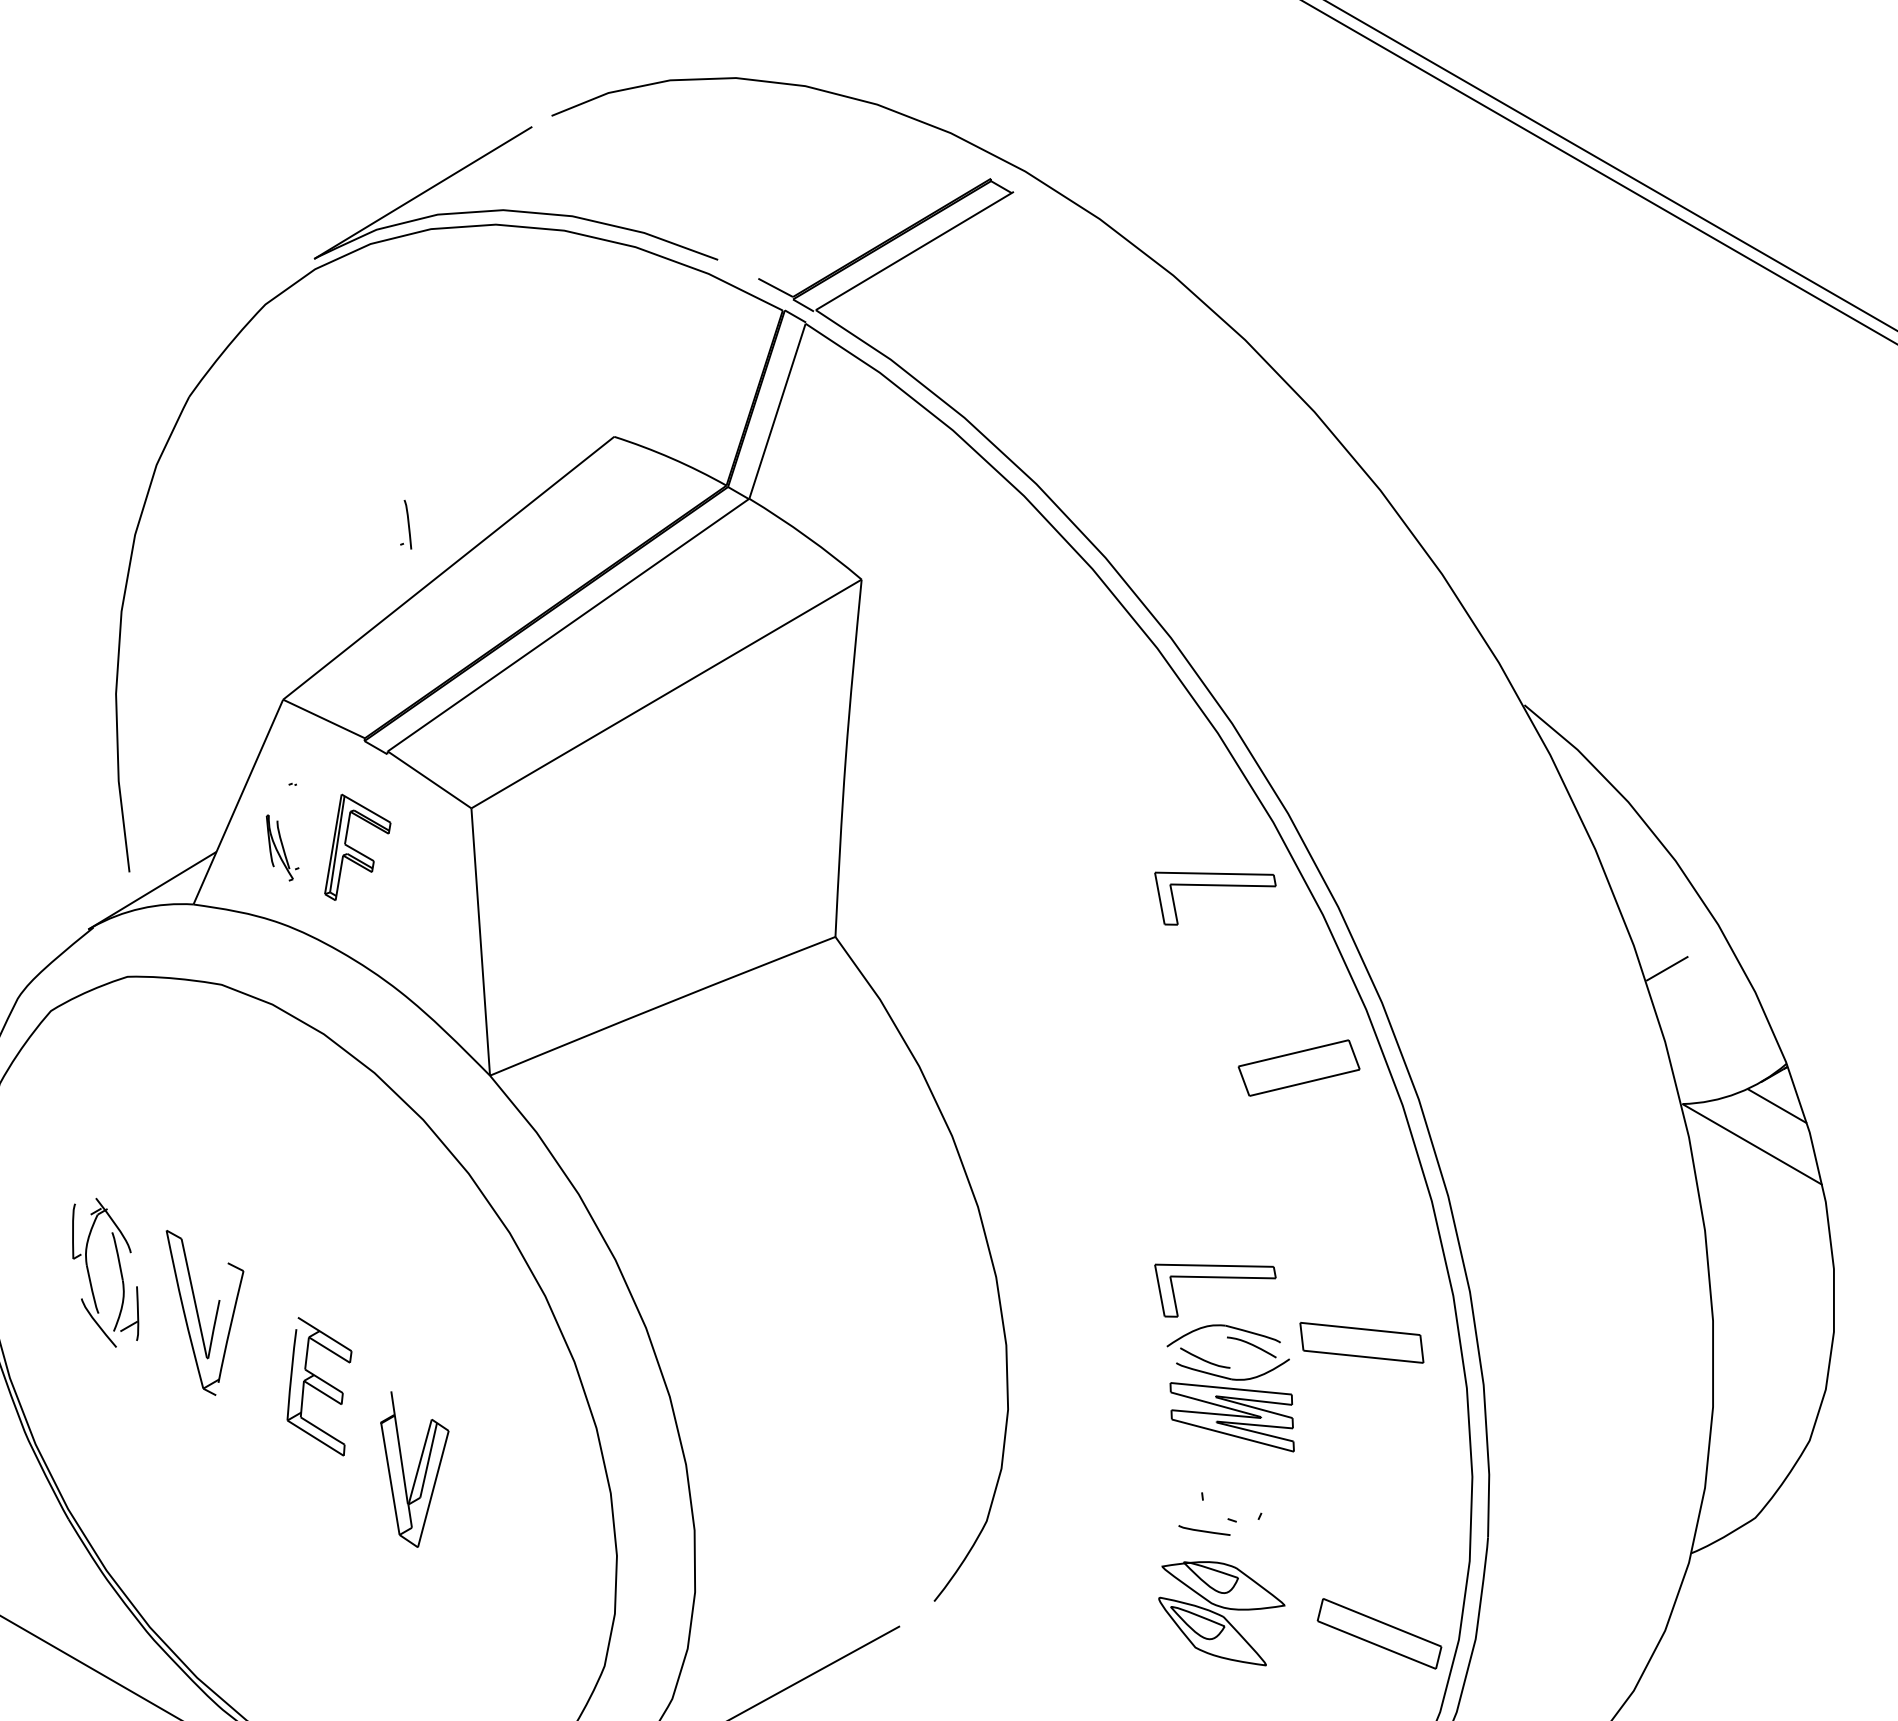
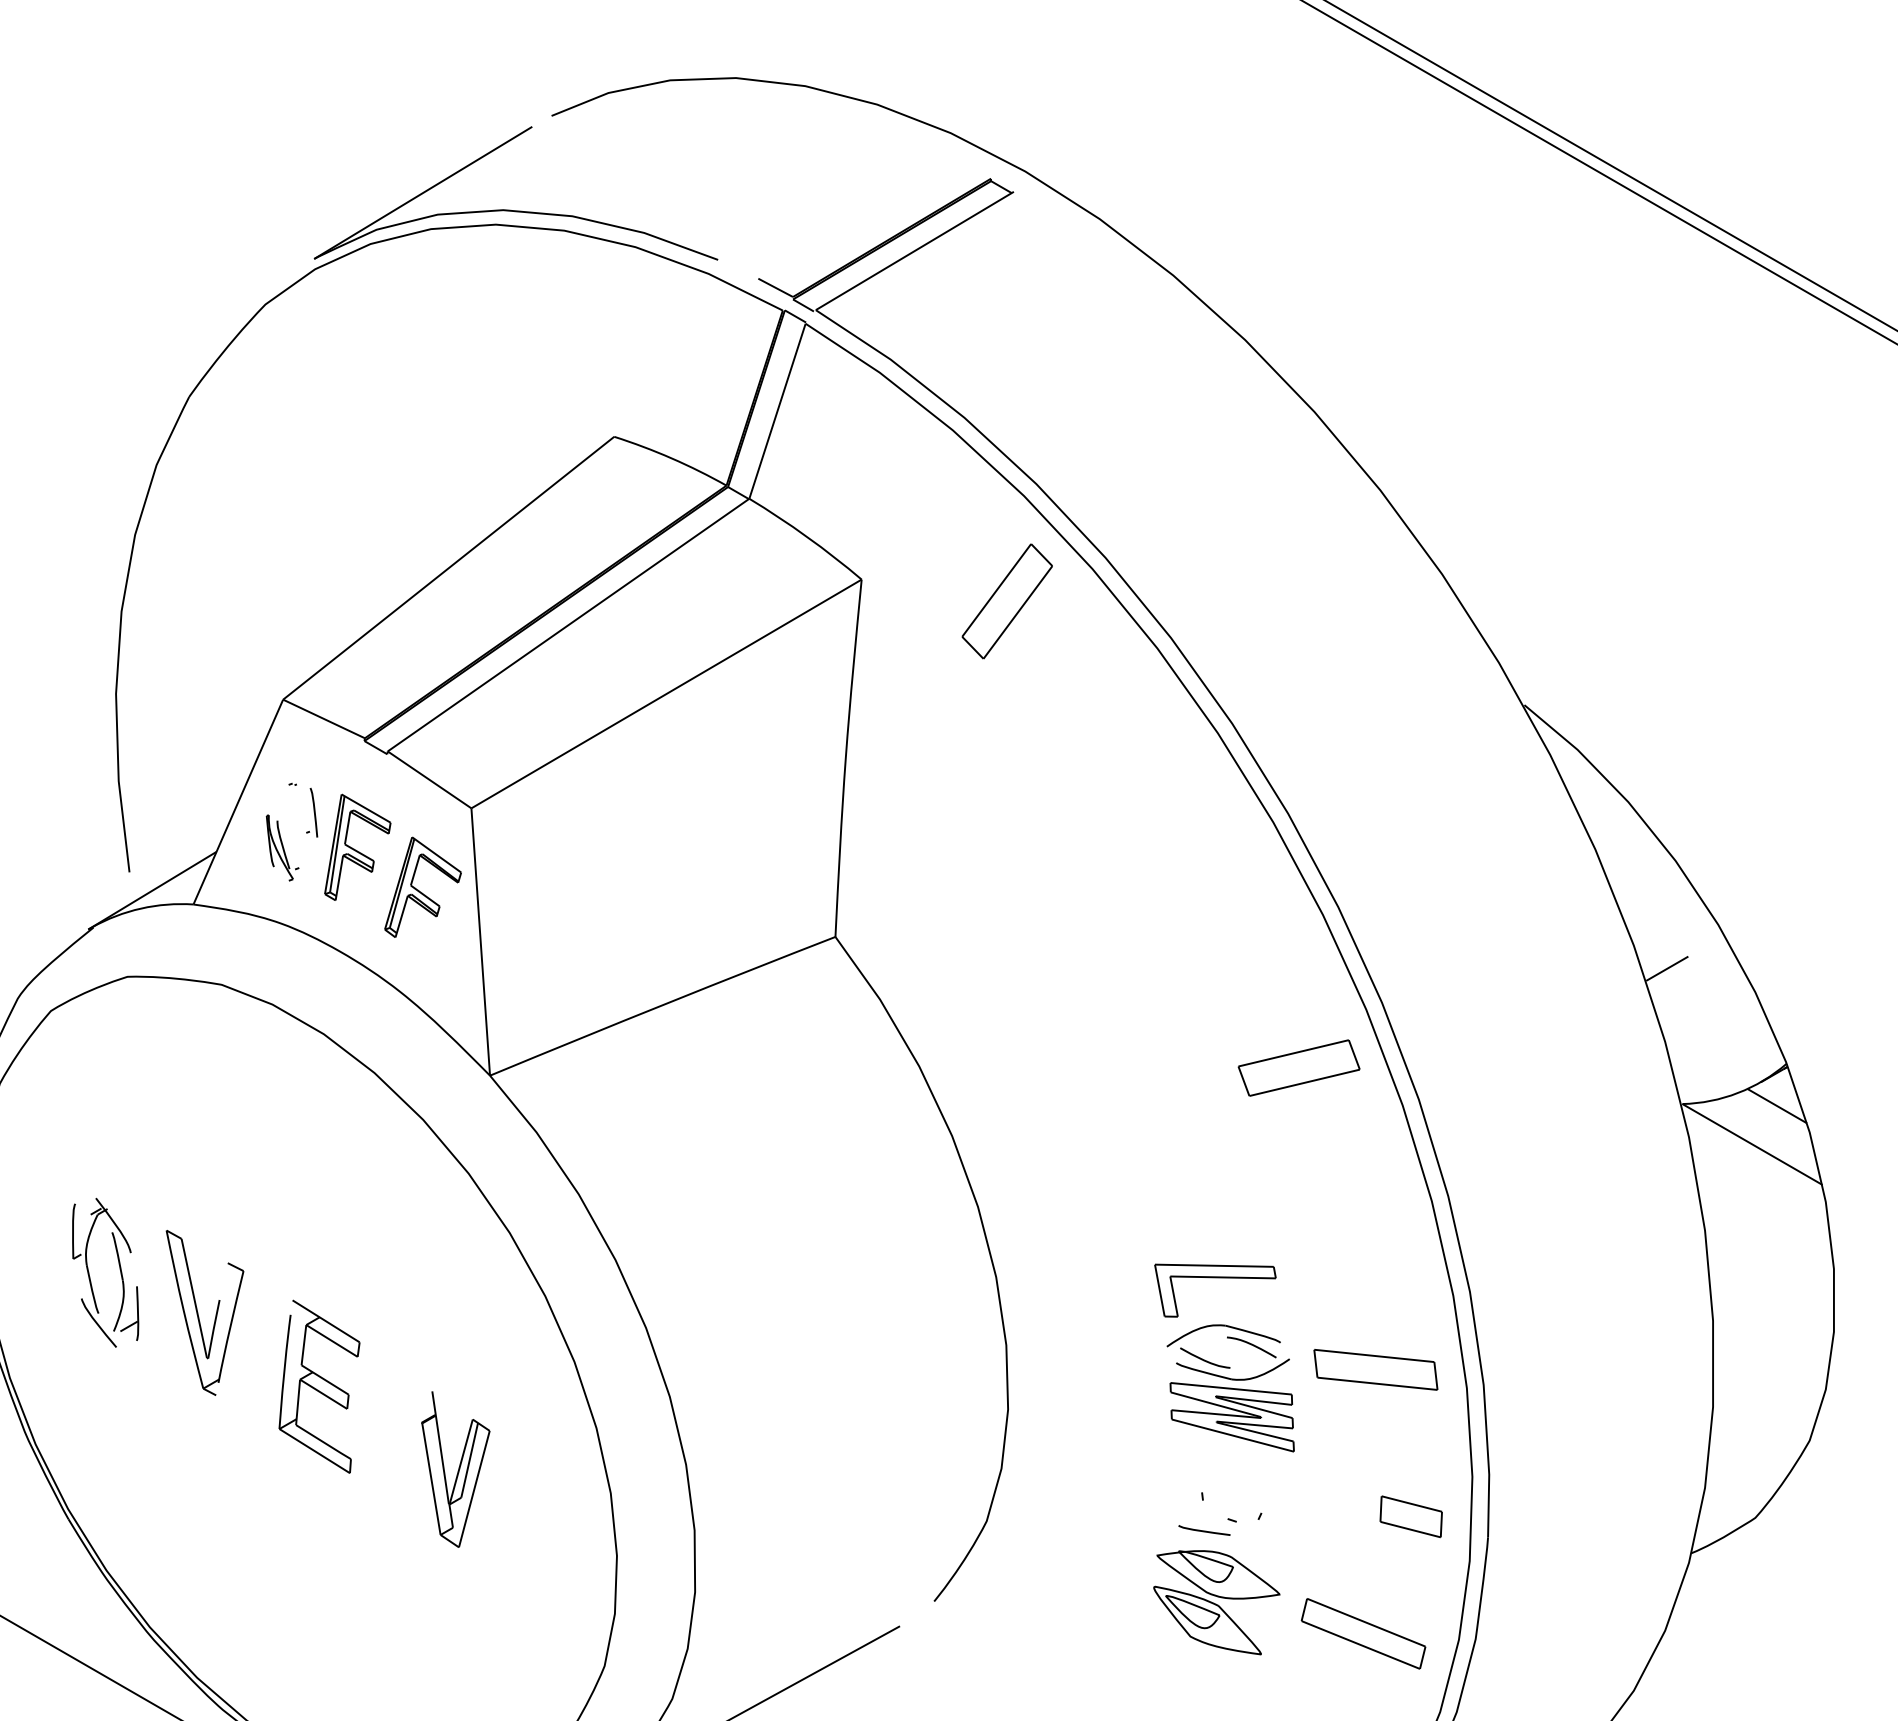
part at (406, 524) position: (406, 524) -> (312, 812)
part at (1006, 601): none -> present
part at (422, 886): none -> present
part at (1215, 886): present -> none
part at (1361, 1342) position: (1361, 1342) -> (1375, 1369)
part at (319, 1386) size: 67x140 px -> 83x175 px
part at (414, 1469) position: (414, 1469) -> (455, 1469)
part at (1410, 1516): none -> present
part at (1221, 1613) position: (1221, 1613) -> (1216, 1602)
part at (1379, 1633) position: (1379, 1633) -> (1363, 1633)
